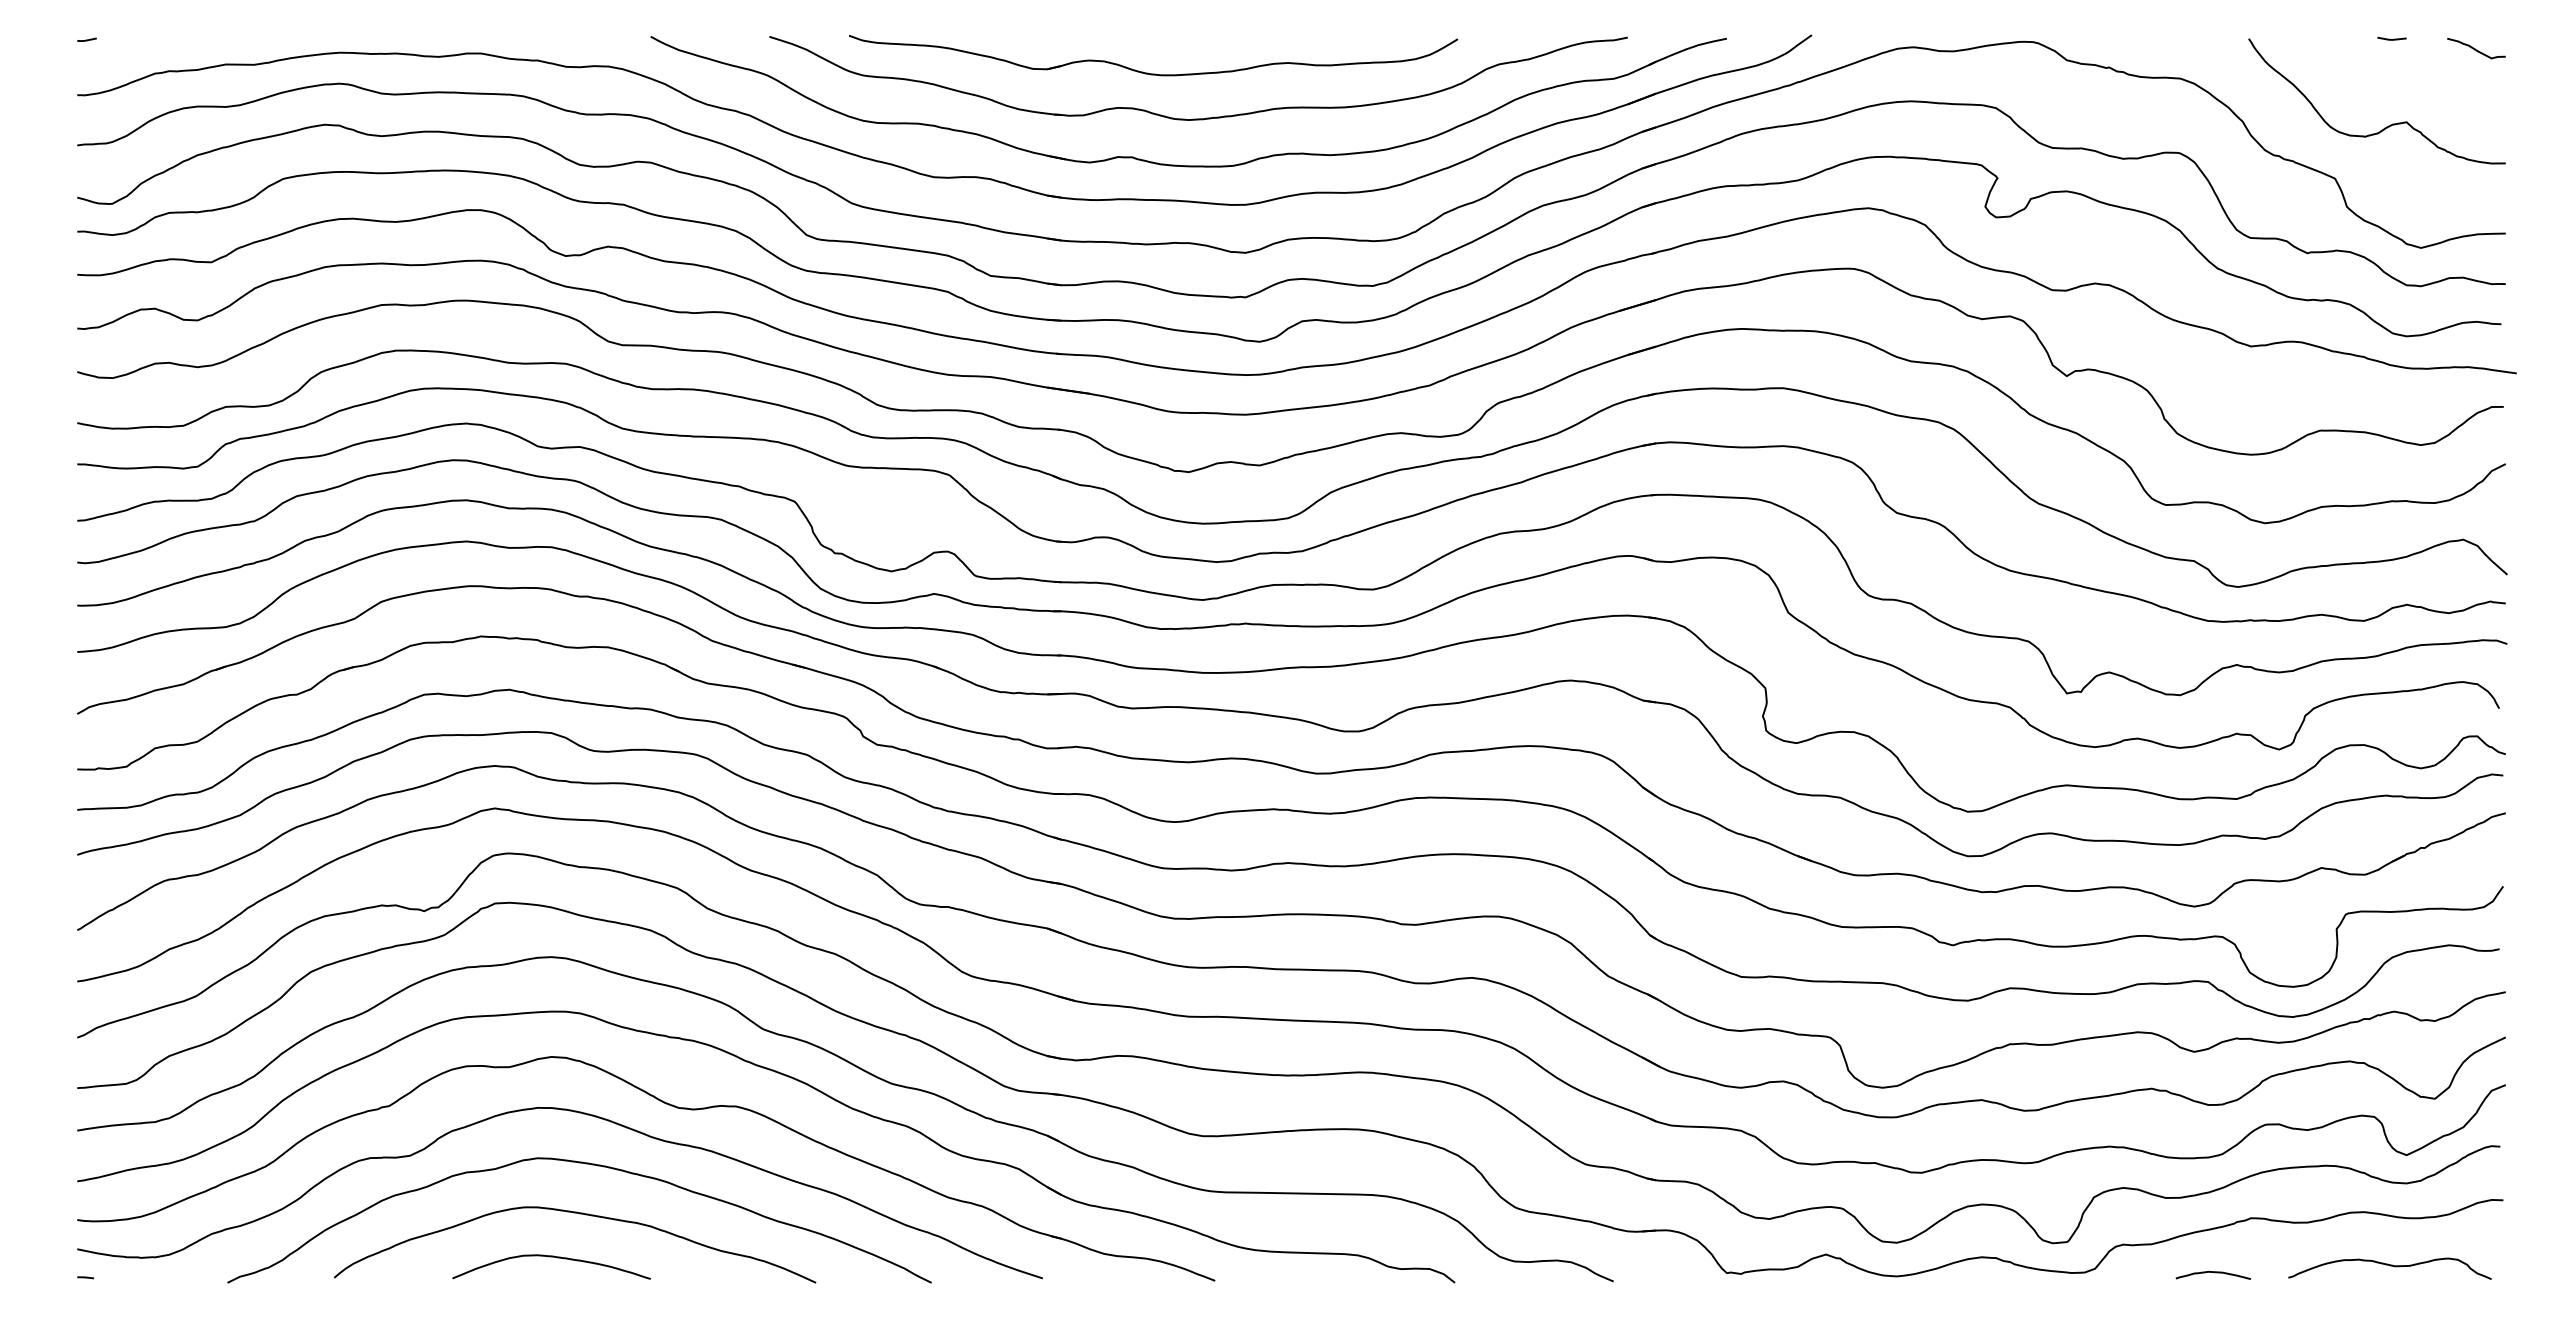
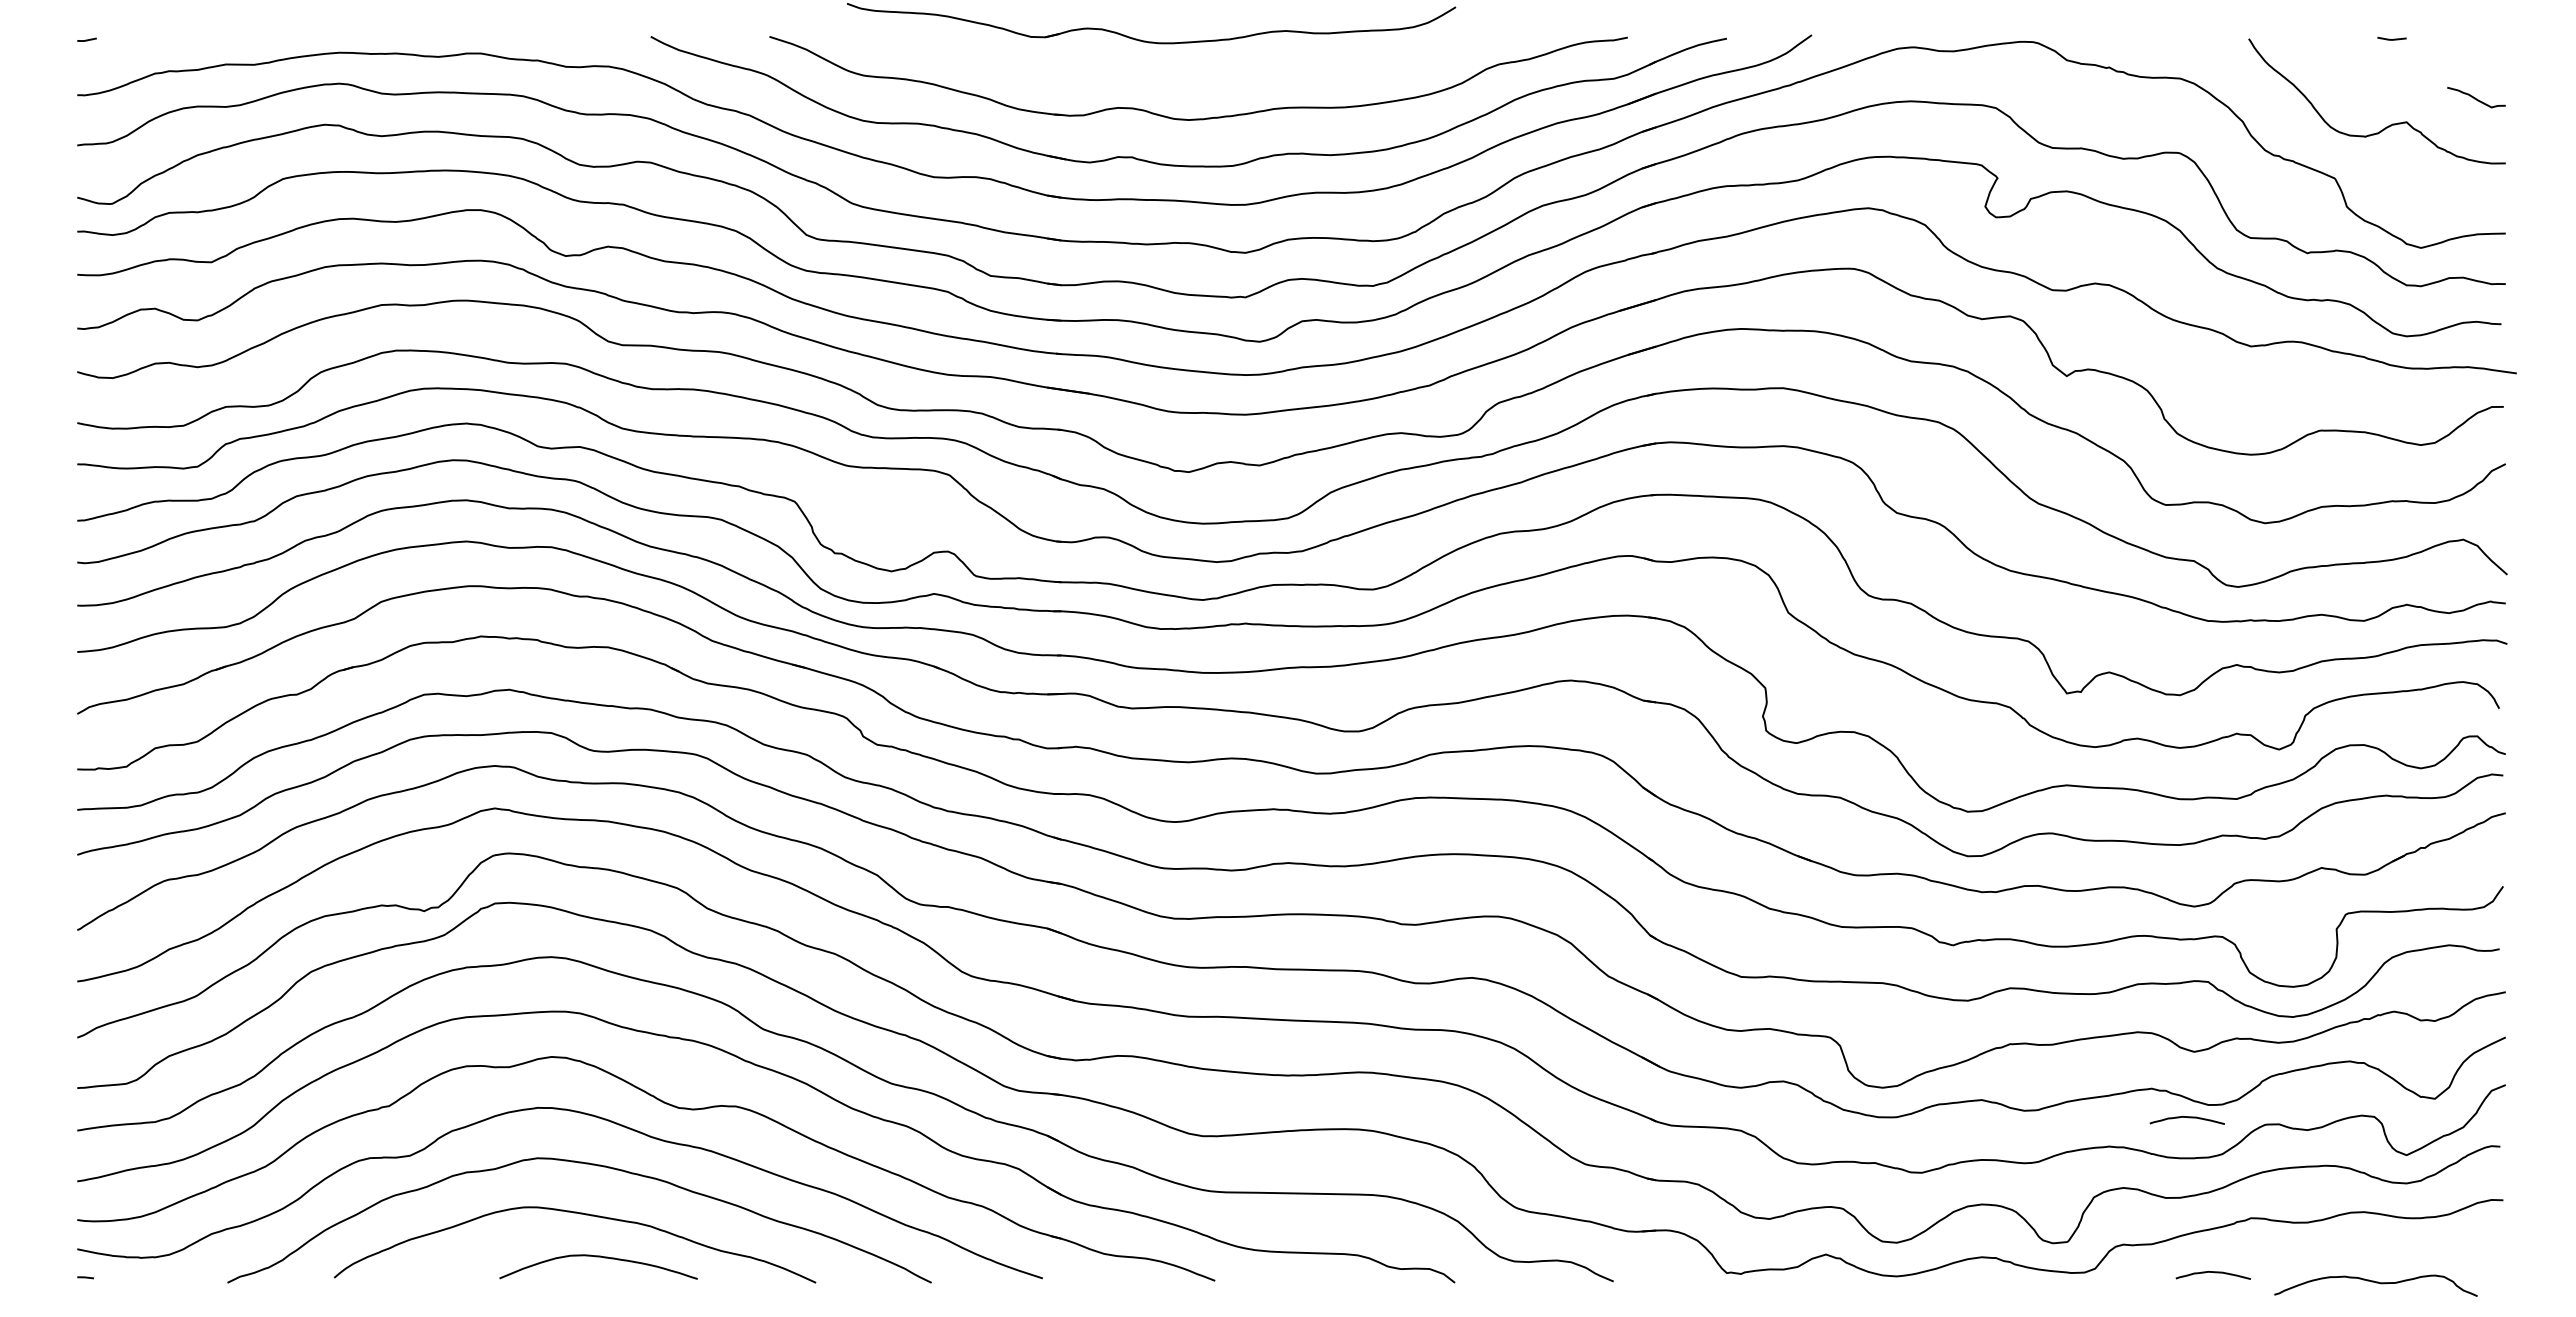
curve at (2475, 48) position: (2475, 48) -> (2475, 97)
part at (1153, 73) position: (1153, 73) -> (1151, 41)
curve at (2186, 1117): none -> present
curve at (551, 1257) position: (551, 1257) -> (598, 1257)
curve at (2390, 1266) position: (2390, 1266) -> (2376, 1283)
